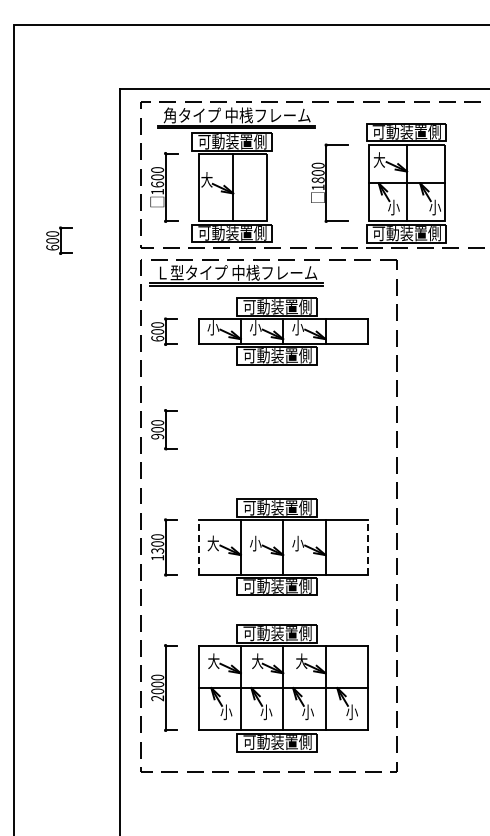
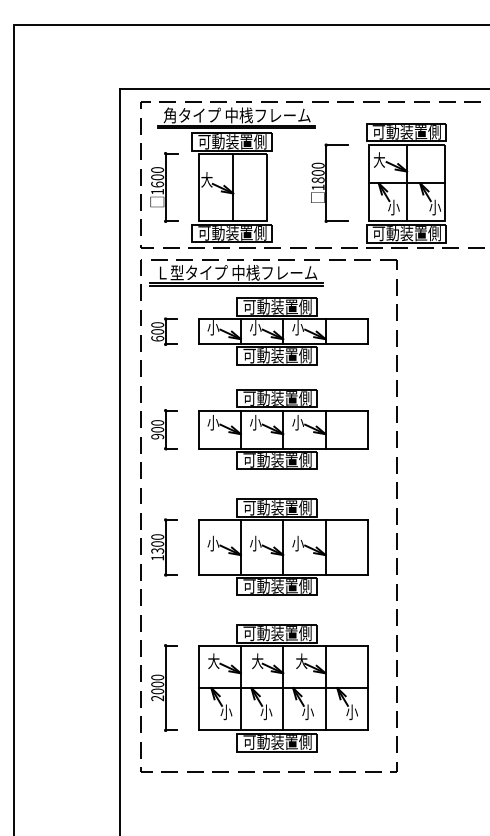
part at (59, 240): present -> none
part at (283, 429): none -> present
text at (213, 543): 大 -> 小
line at (198, 547): dashed -> solid
line at (368, 547): dashed -> solid
